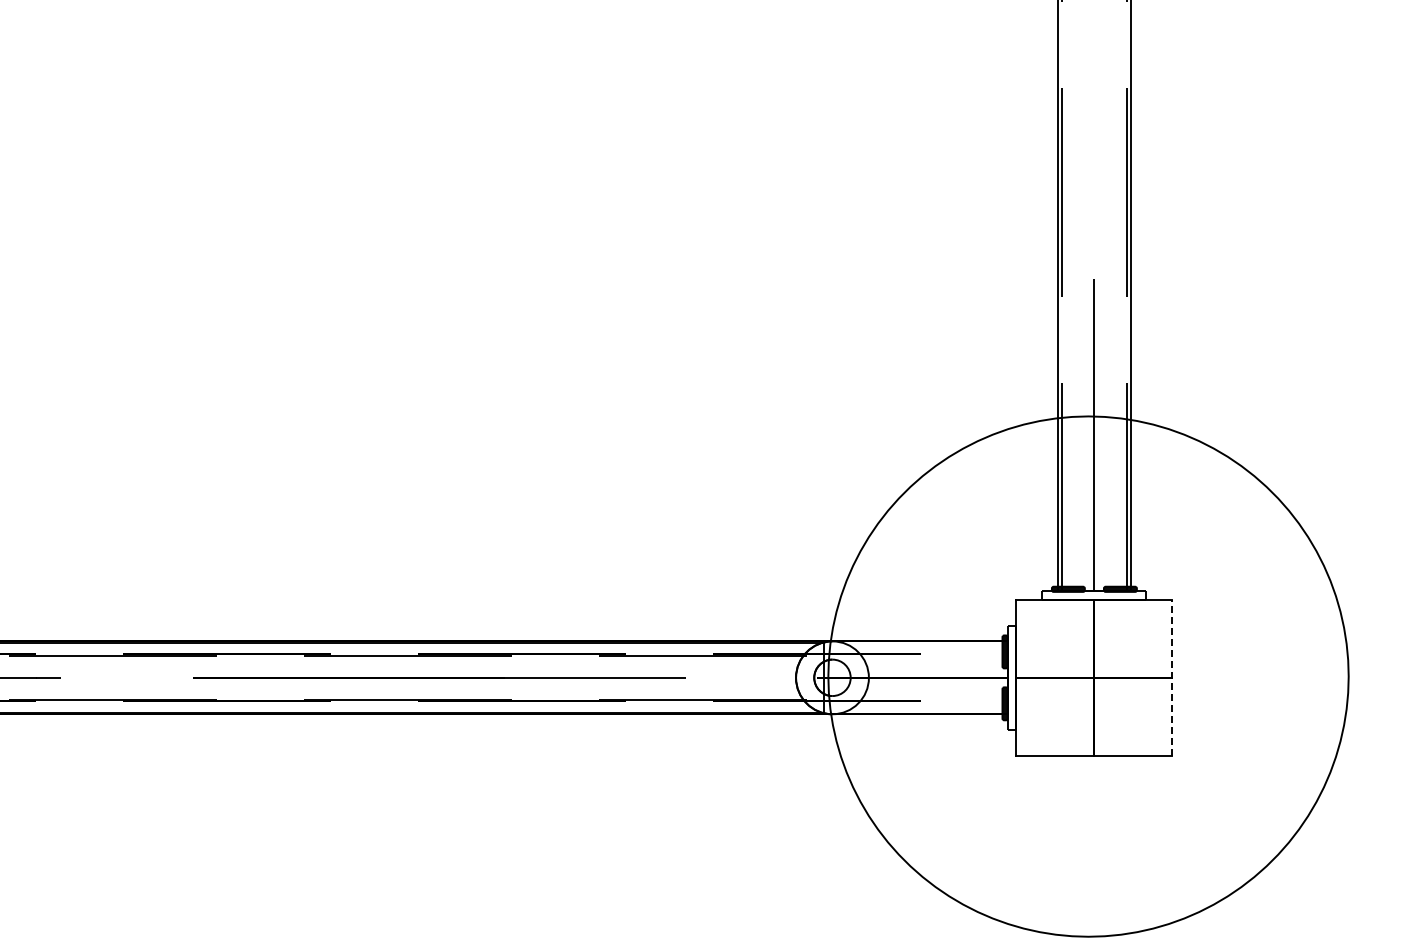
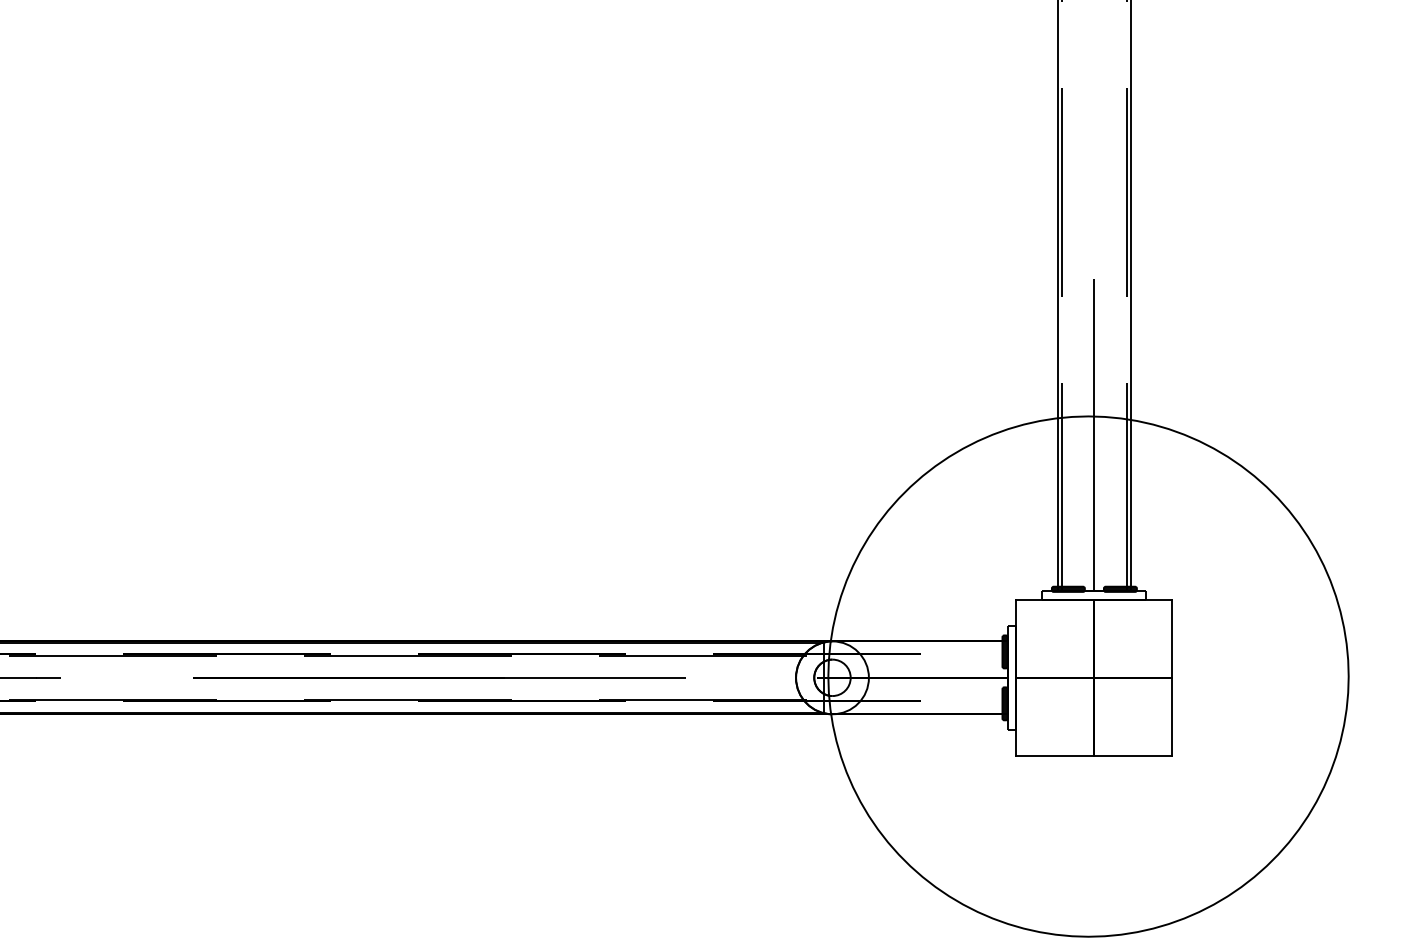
line at (1172, 677): dashed -> solid
